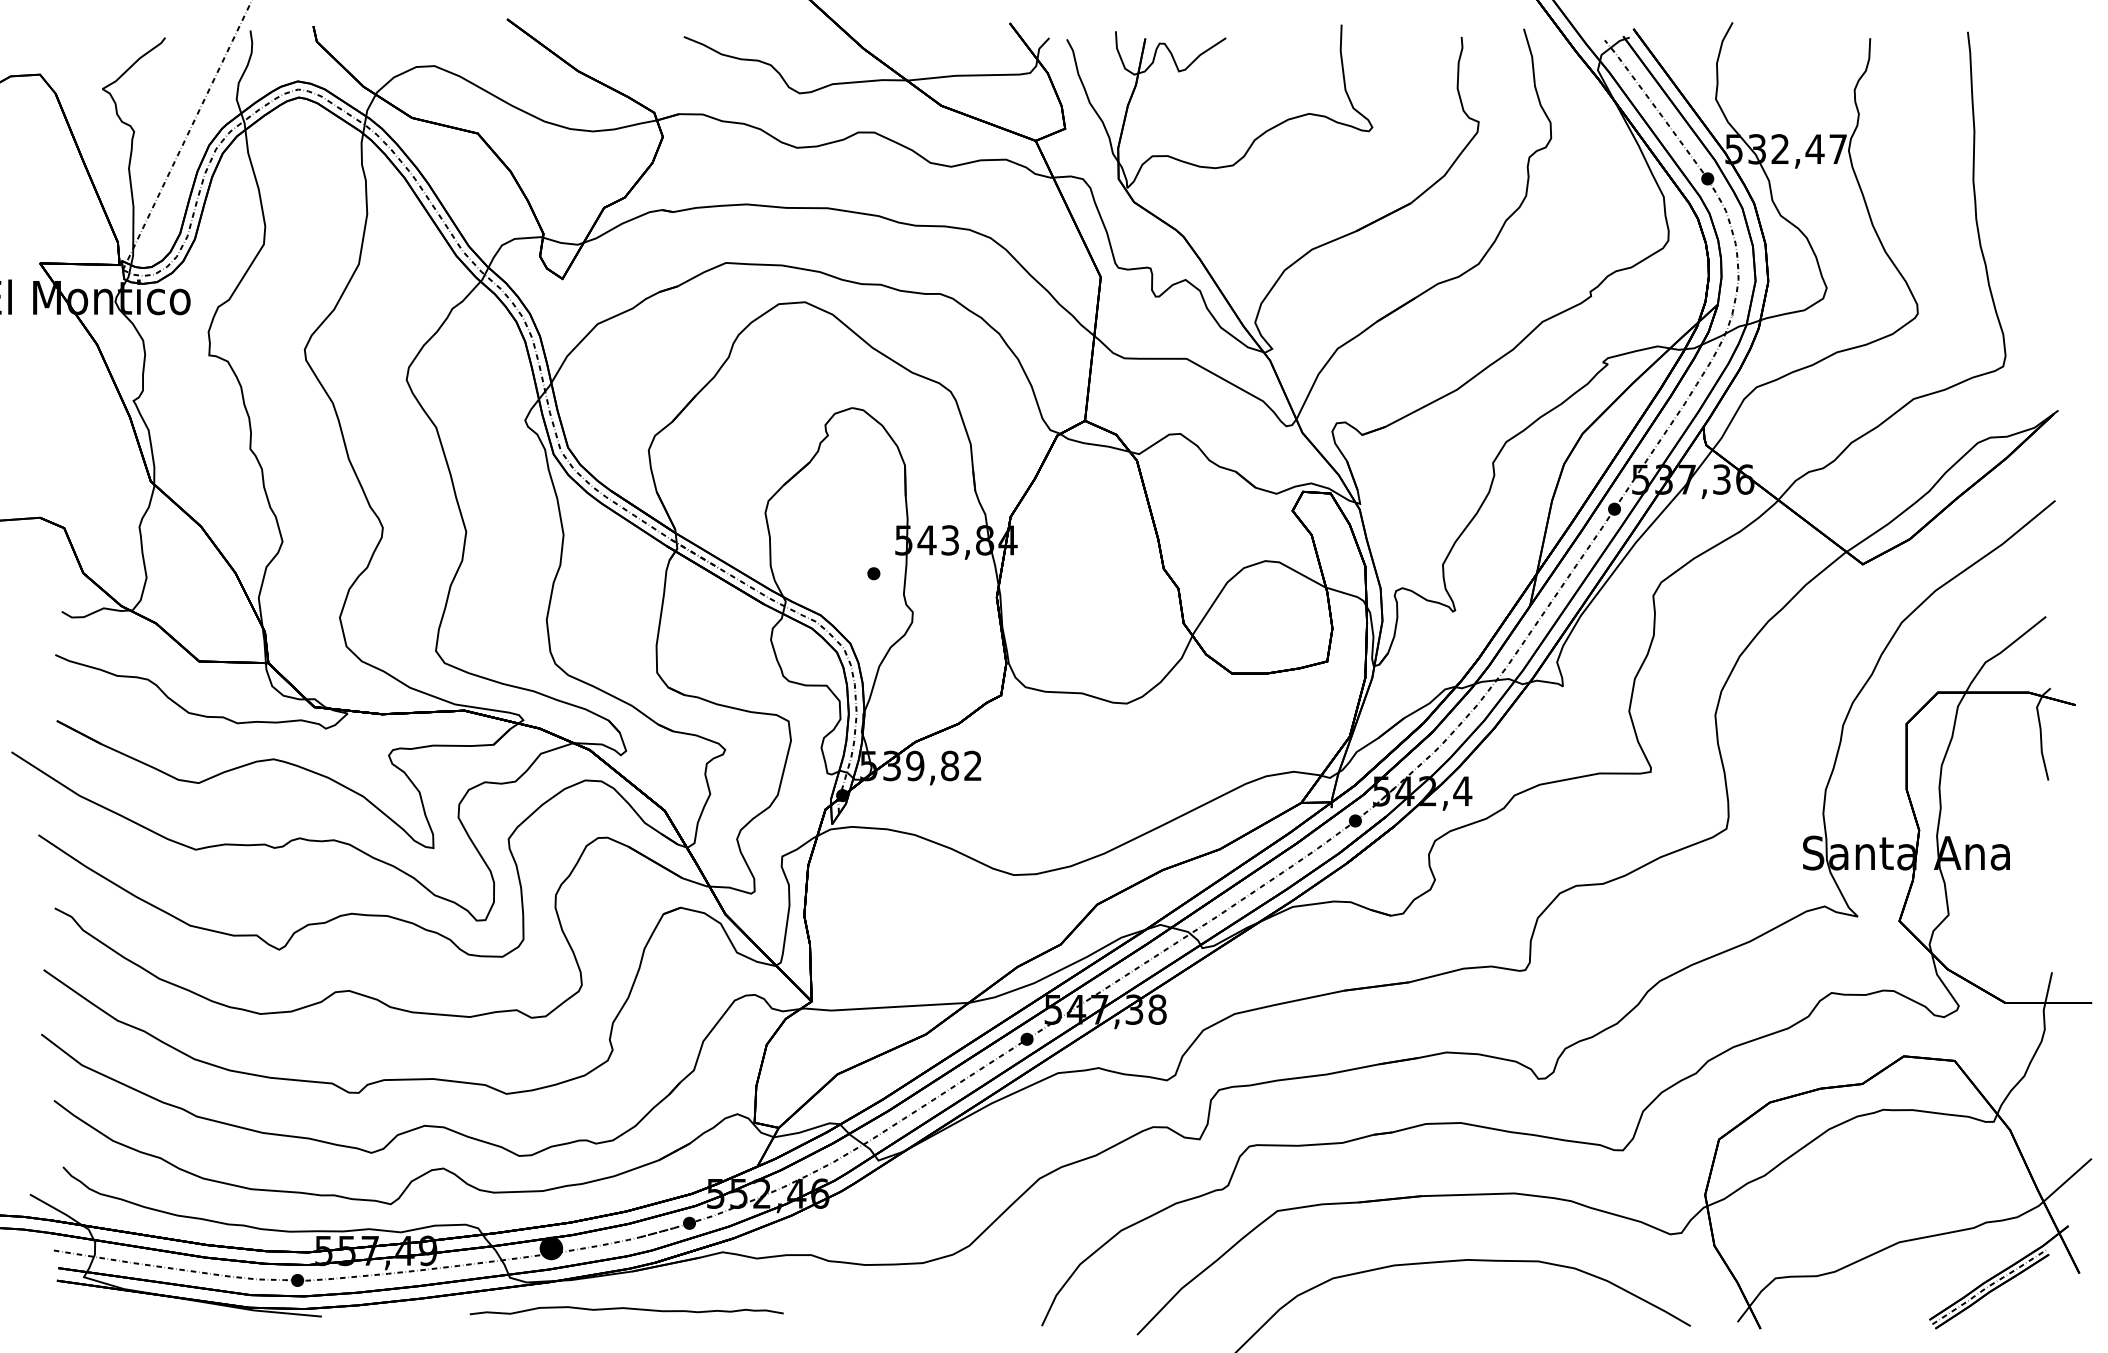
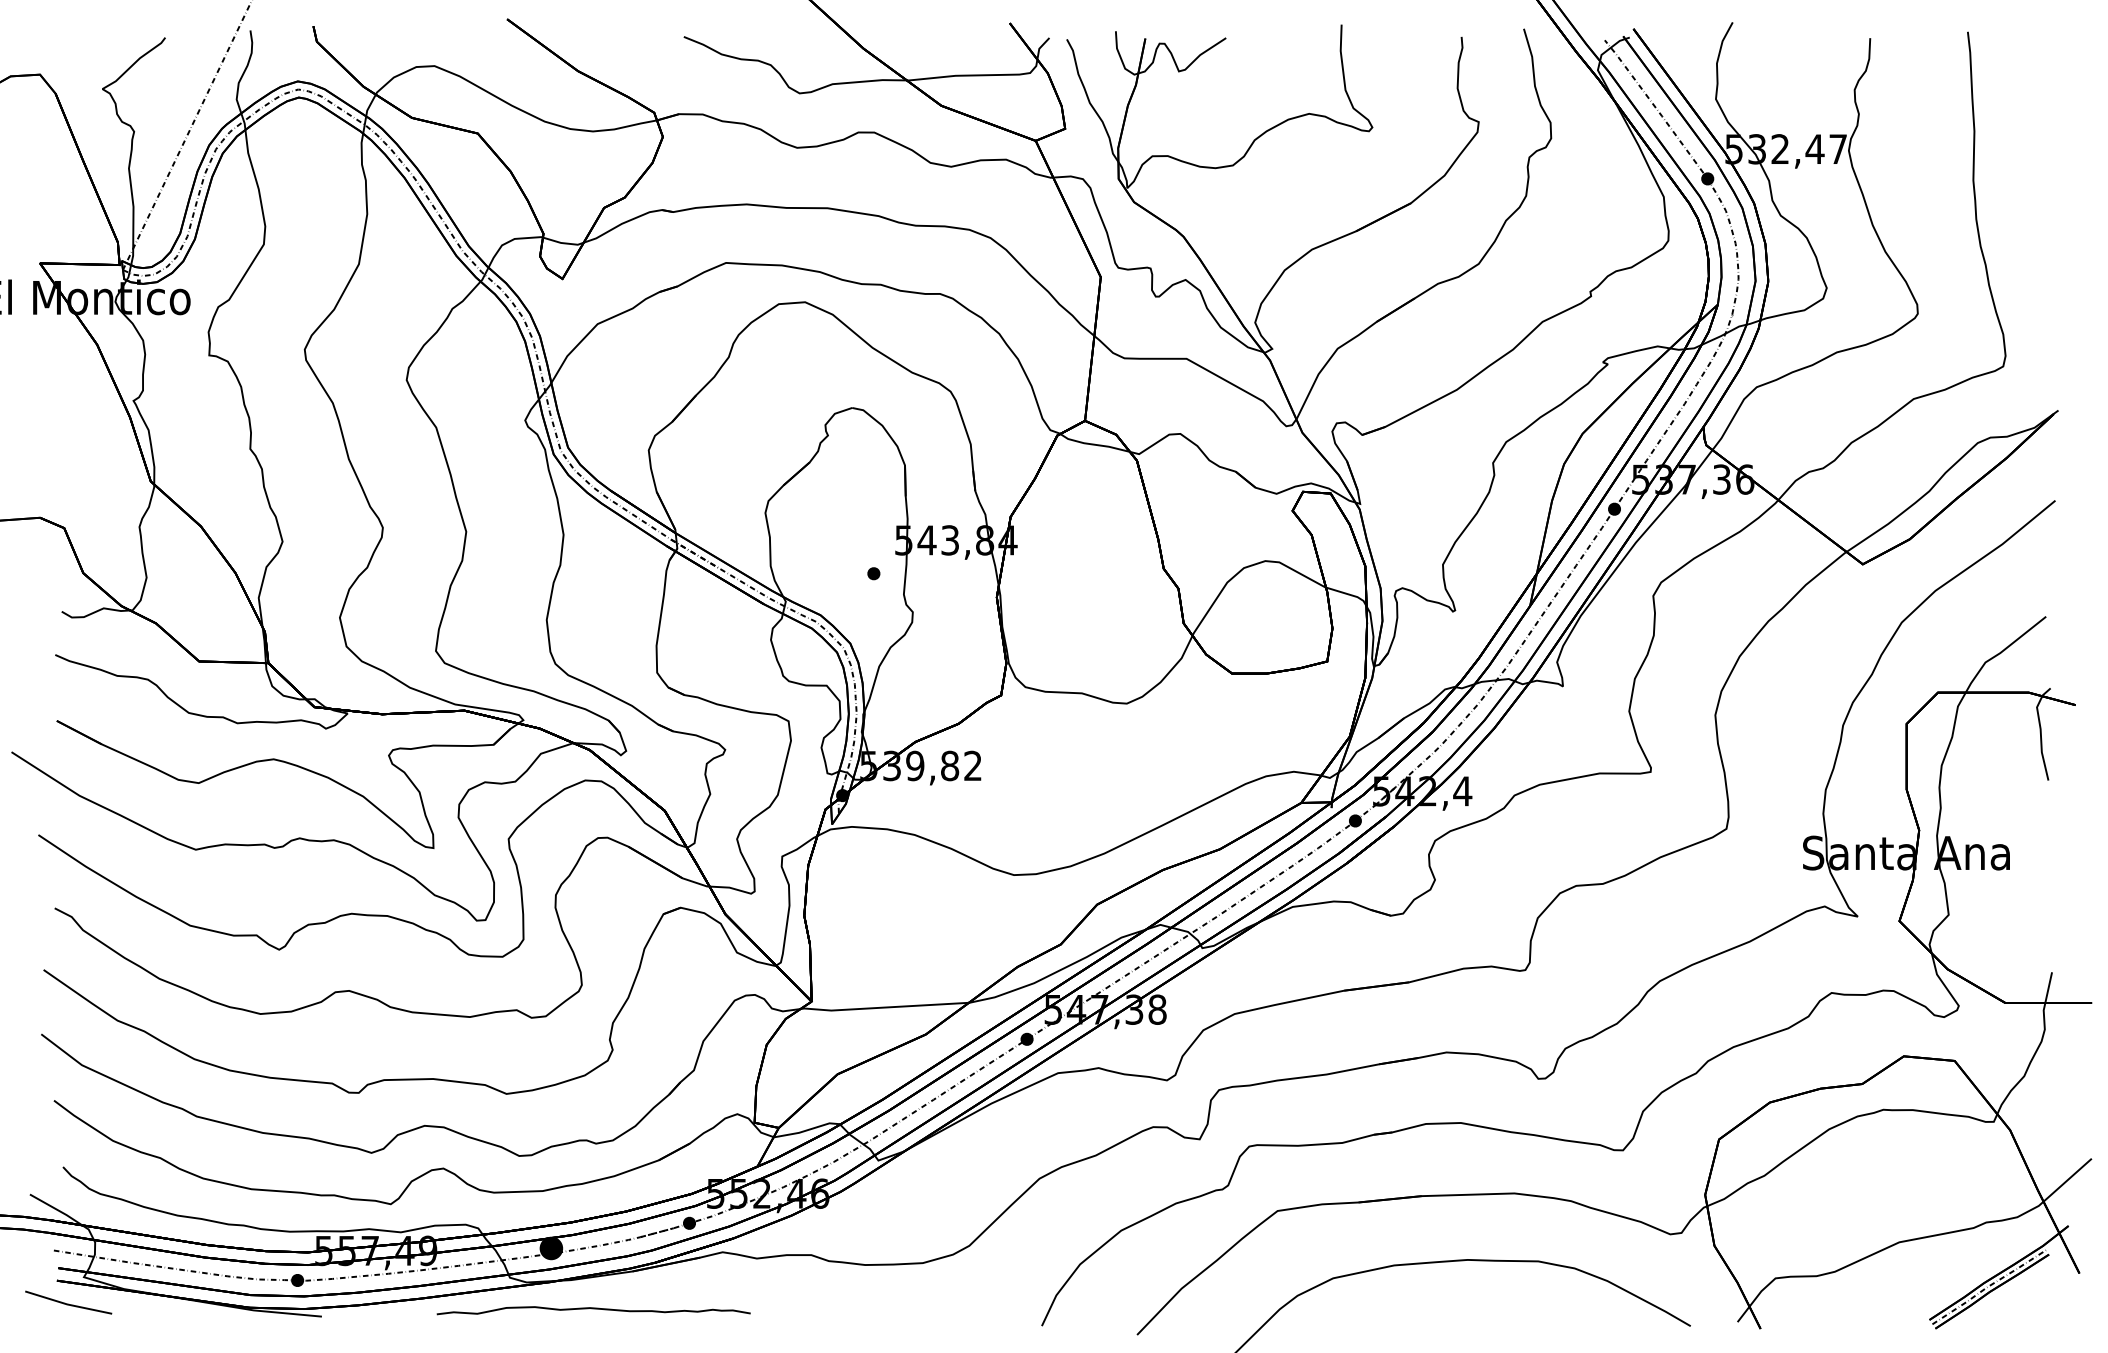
line at (68, 1303): none -> present
curve at (626, 1309) position: (626, 1309) -> (593, 1309)
